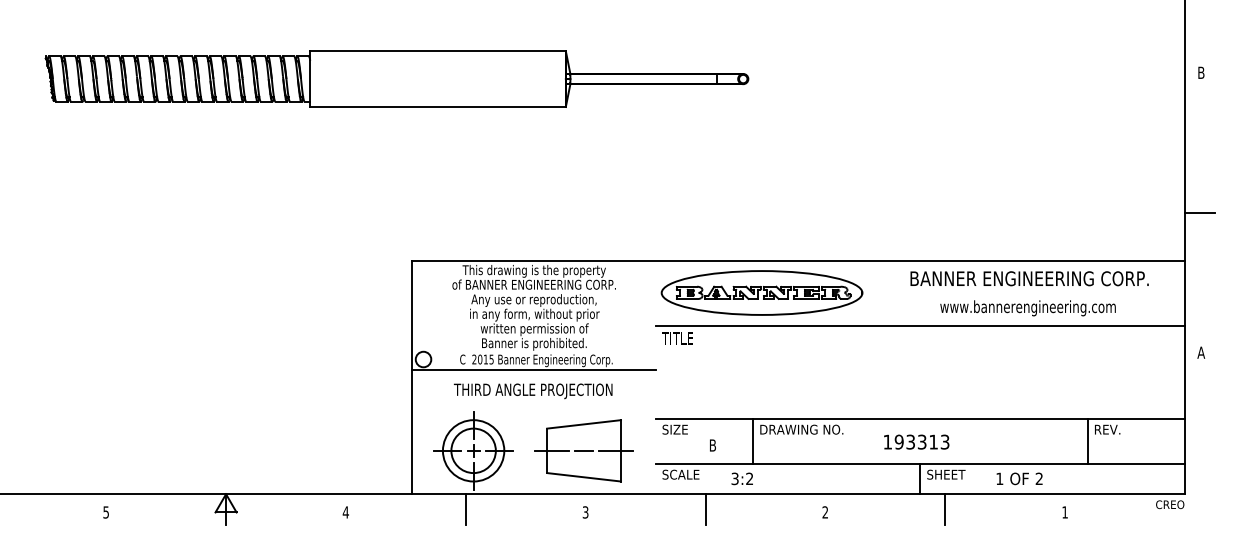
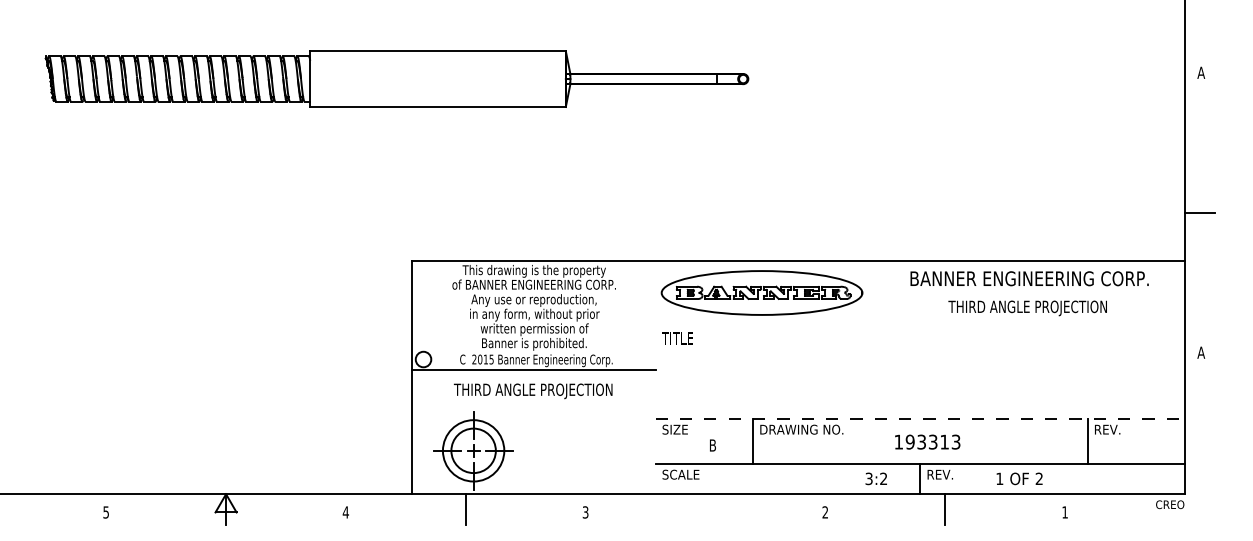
text at (1201, 72): B -> A
text at (1027, 308): www.bannerengineering.com -> THIRD ANGLE PROJECTION
line at (919, 326): present -> none
line at (920, 418): solid -> dashed
text at (916, 441) position: (916, 441) -> (927, 441)
part at (583, 450): present -> none
text at (946, 474): SHEET -> REV.
text at (741, 478) position: (741, 478) -> (875, 478)
line at (705, 509): present -> none
